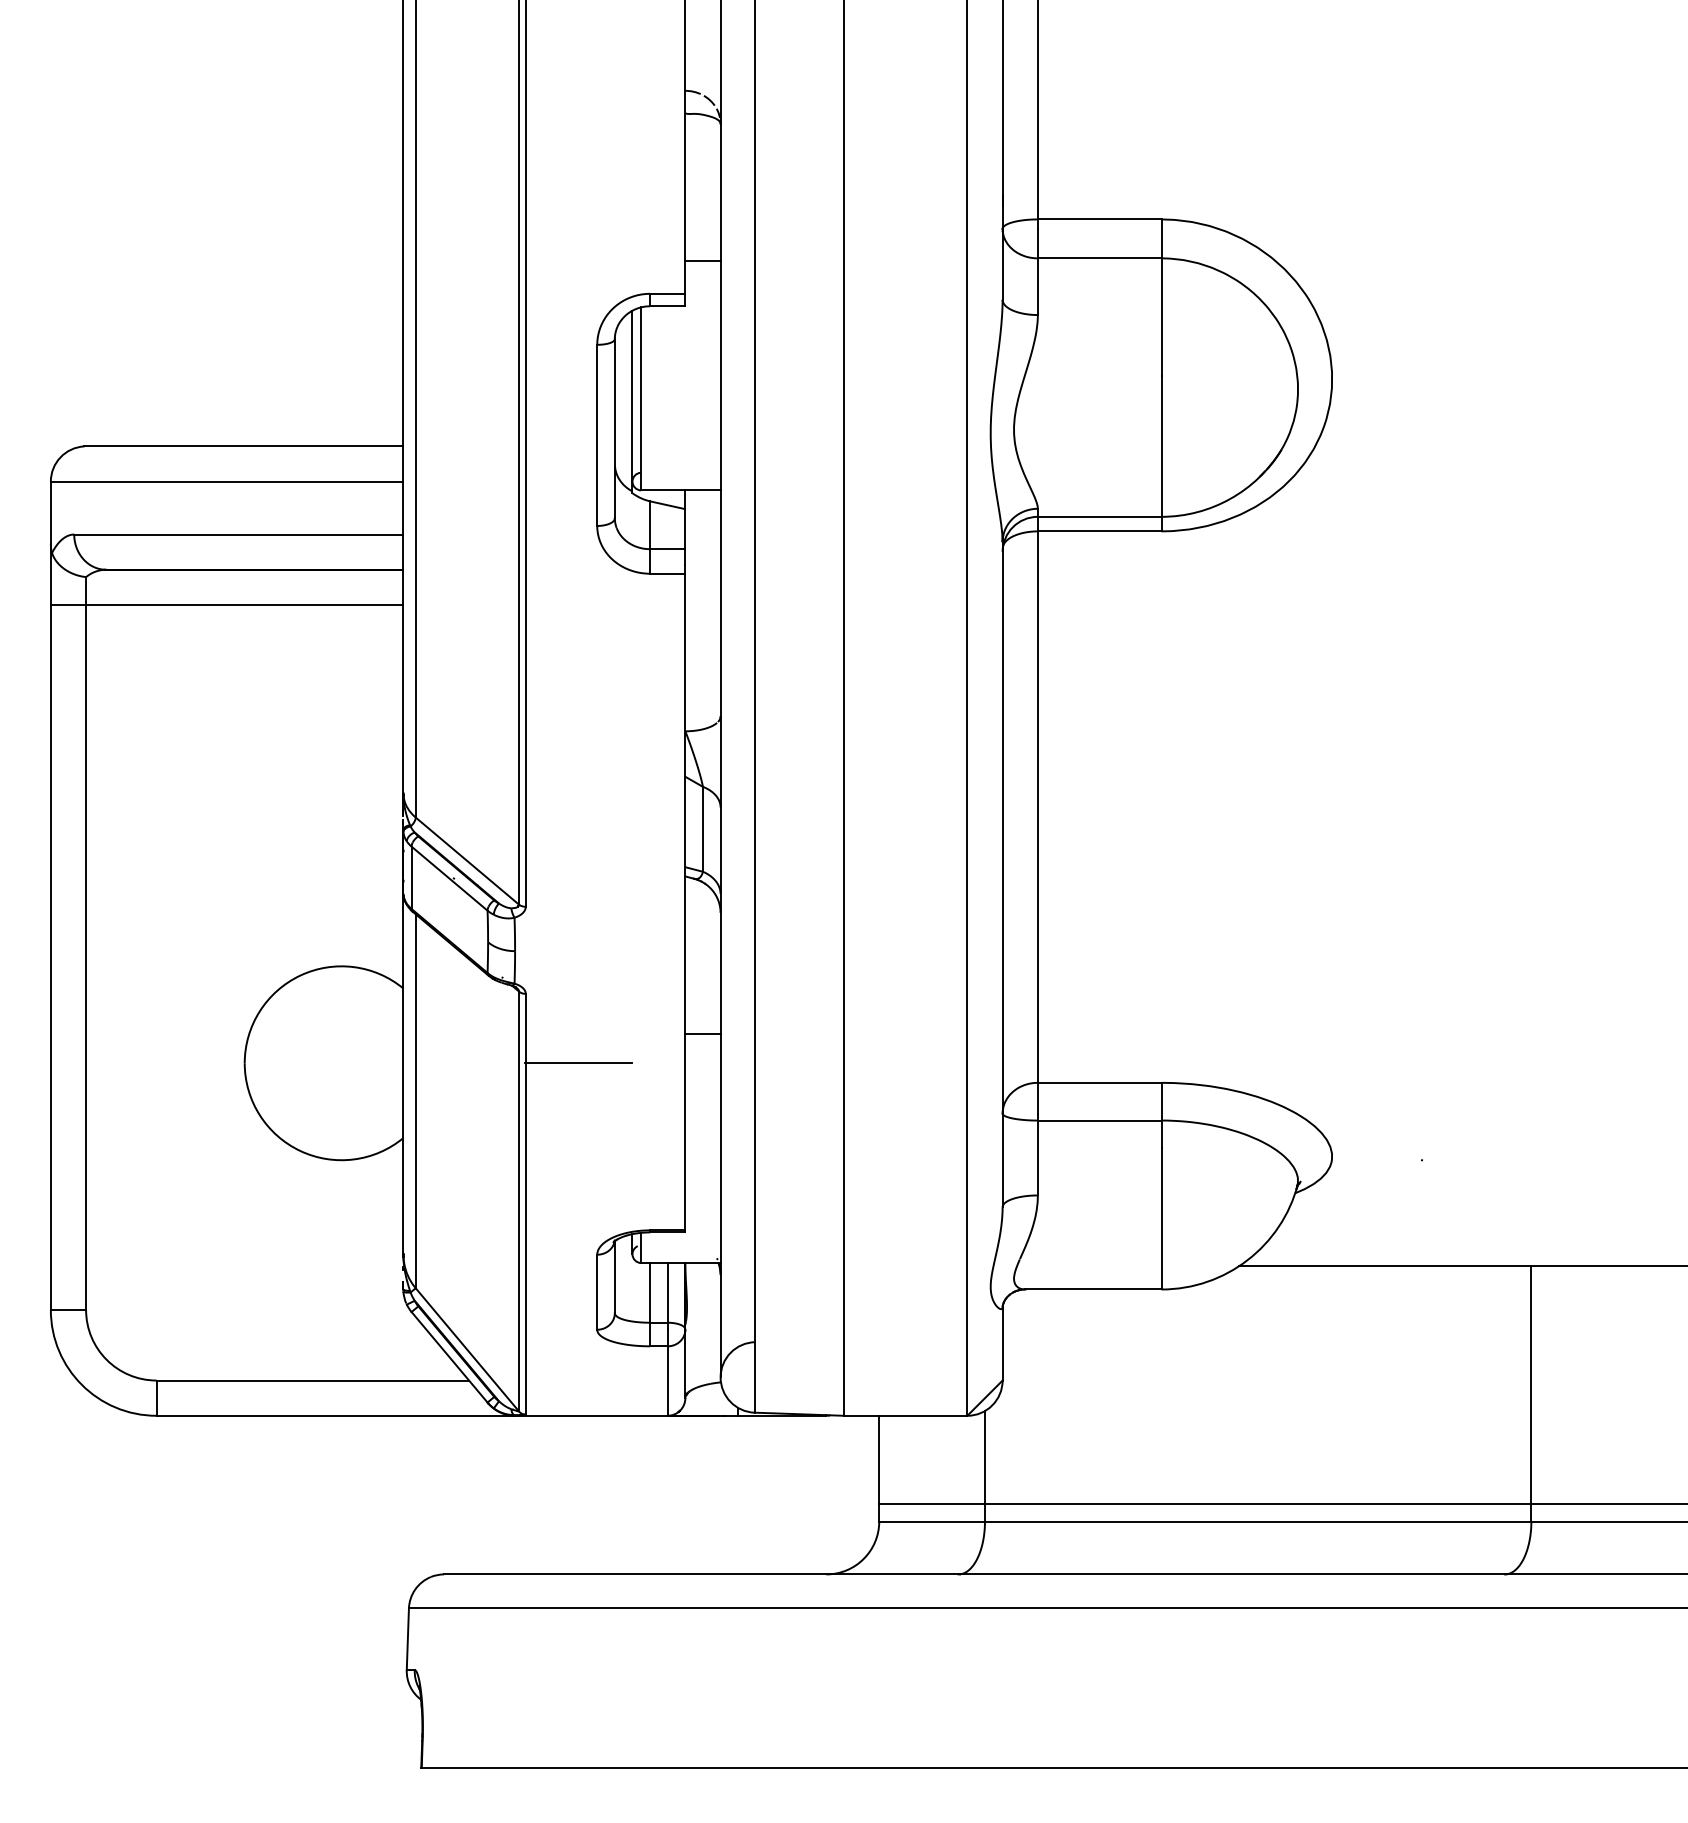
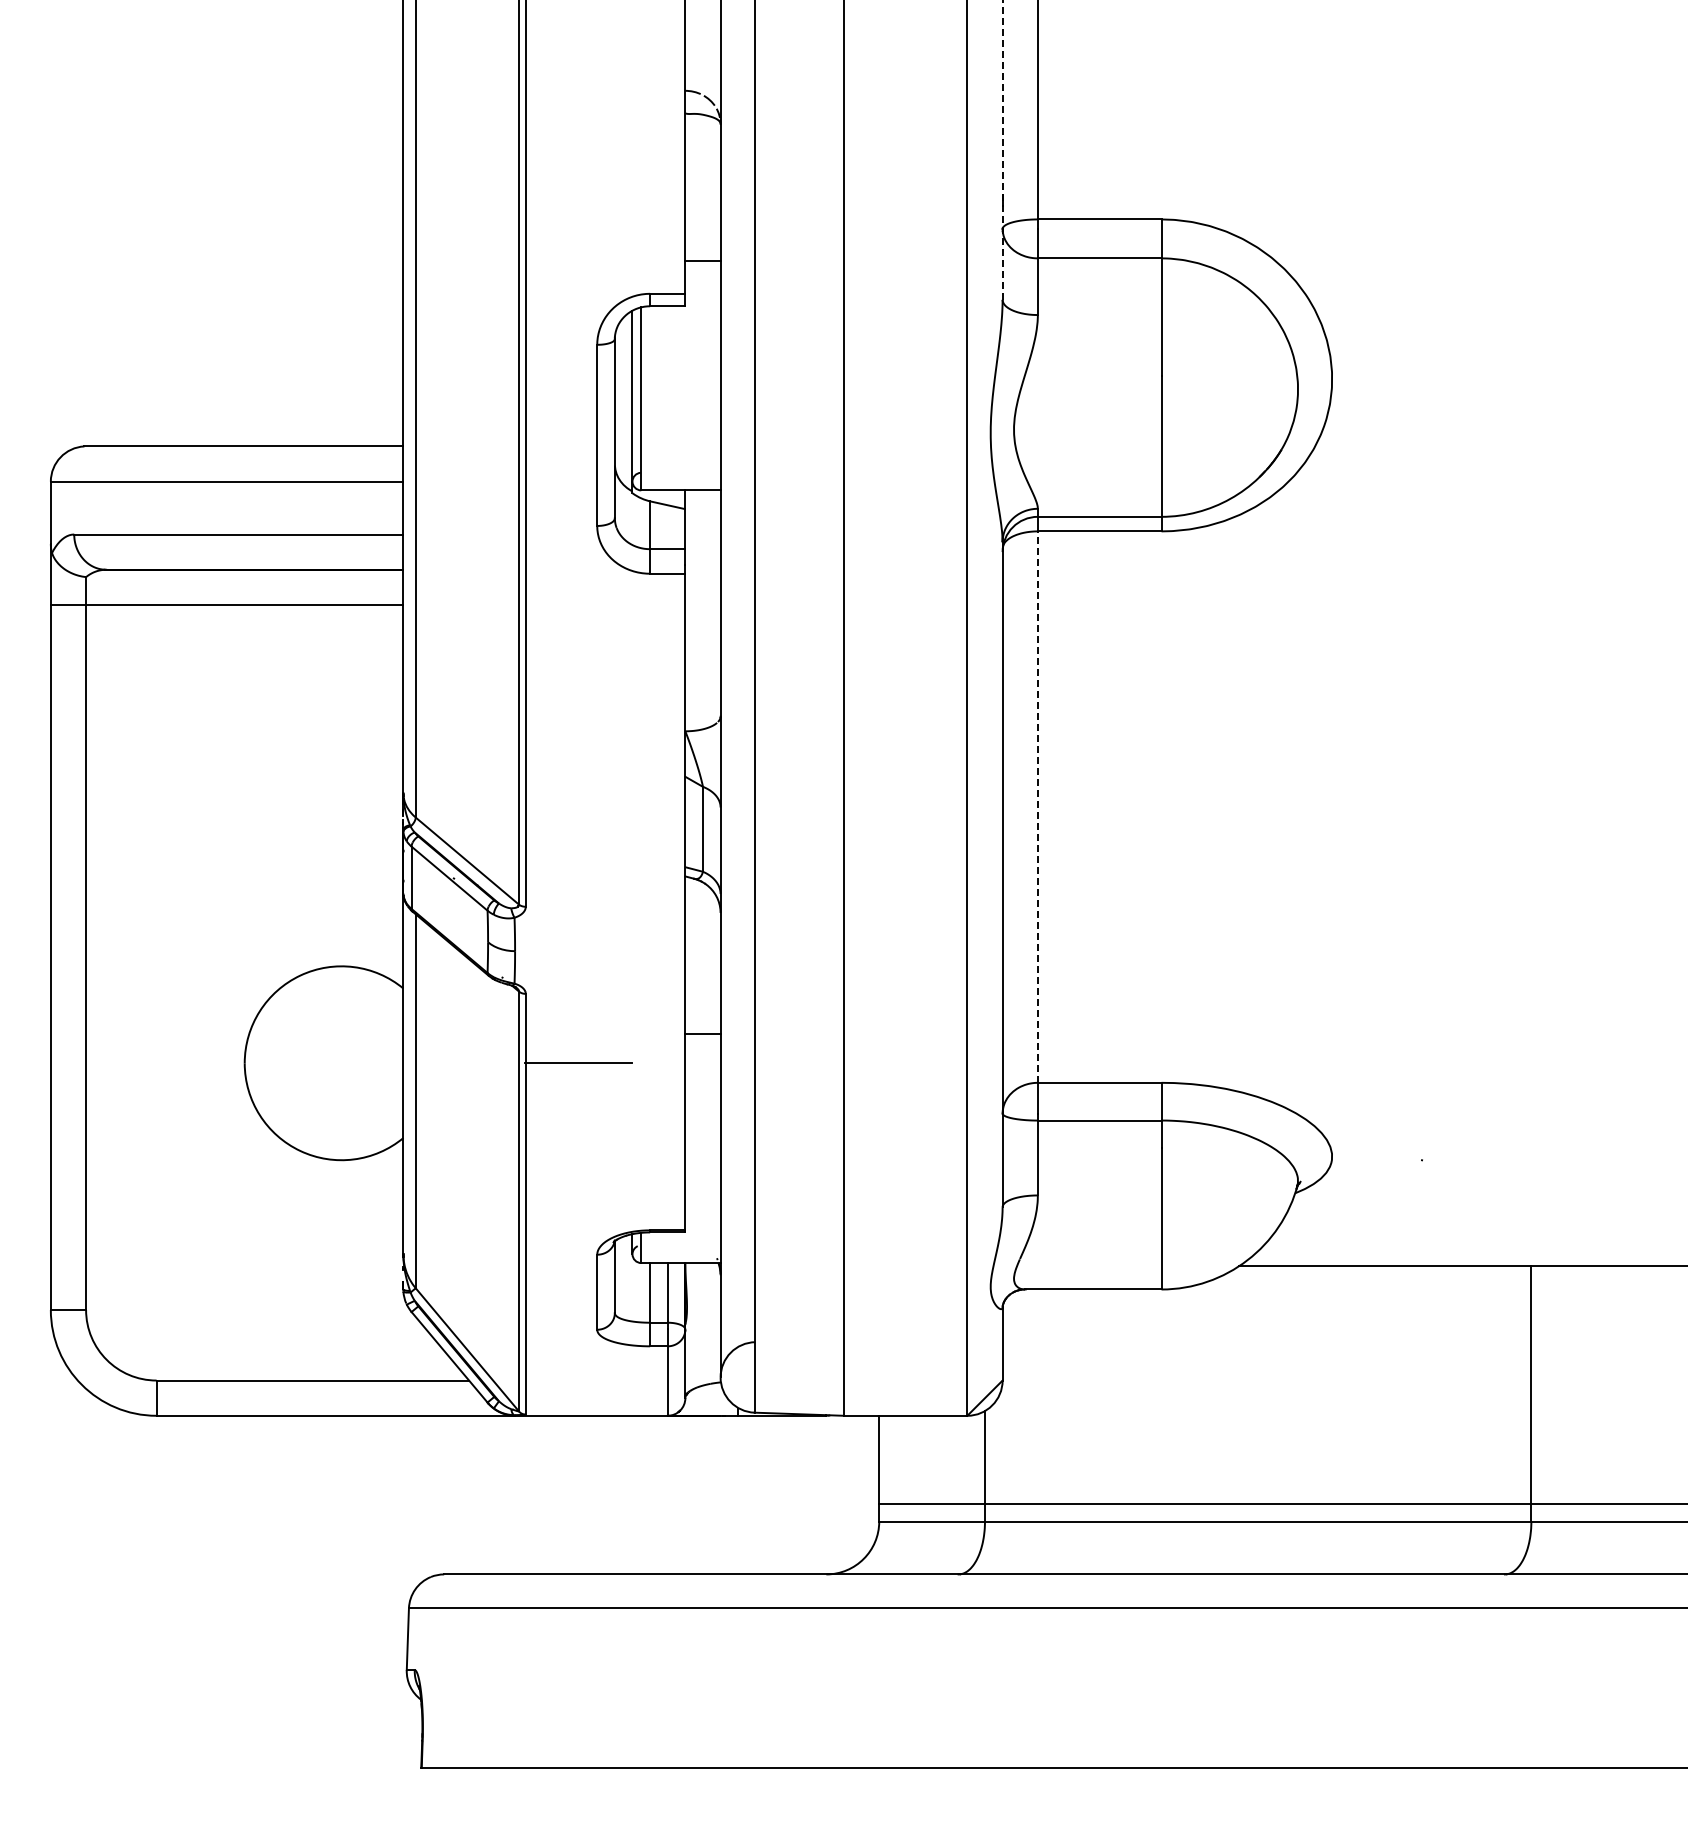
line at (1002, 149): solid -> dashed
line at (1037, 807): solid -> dashed
